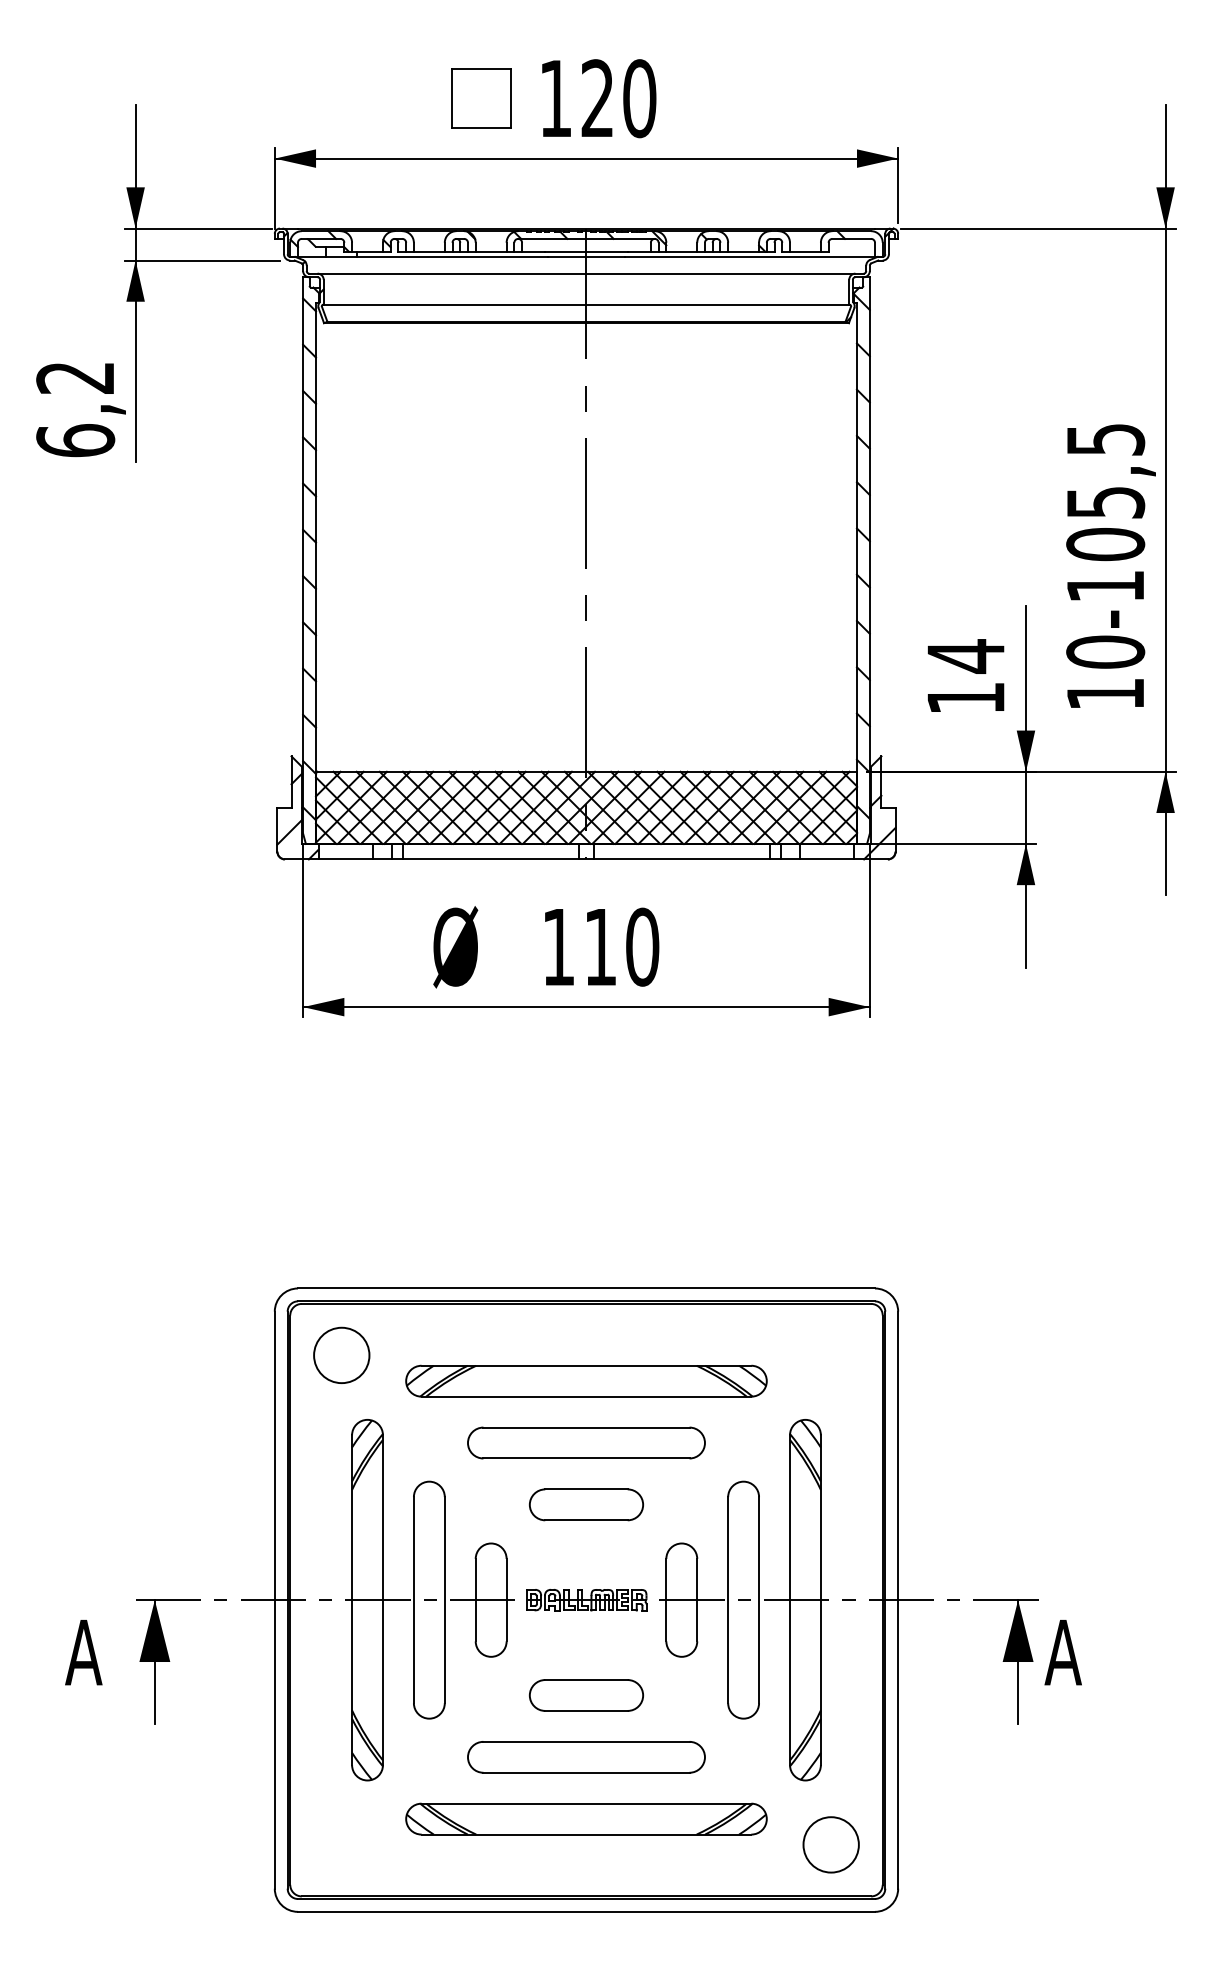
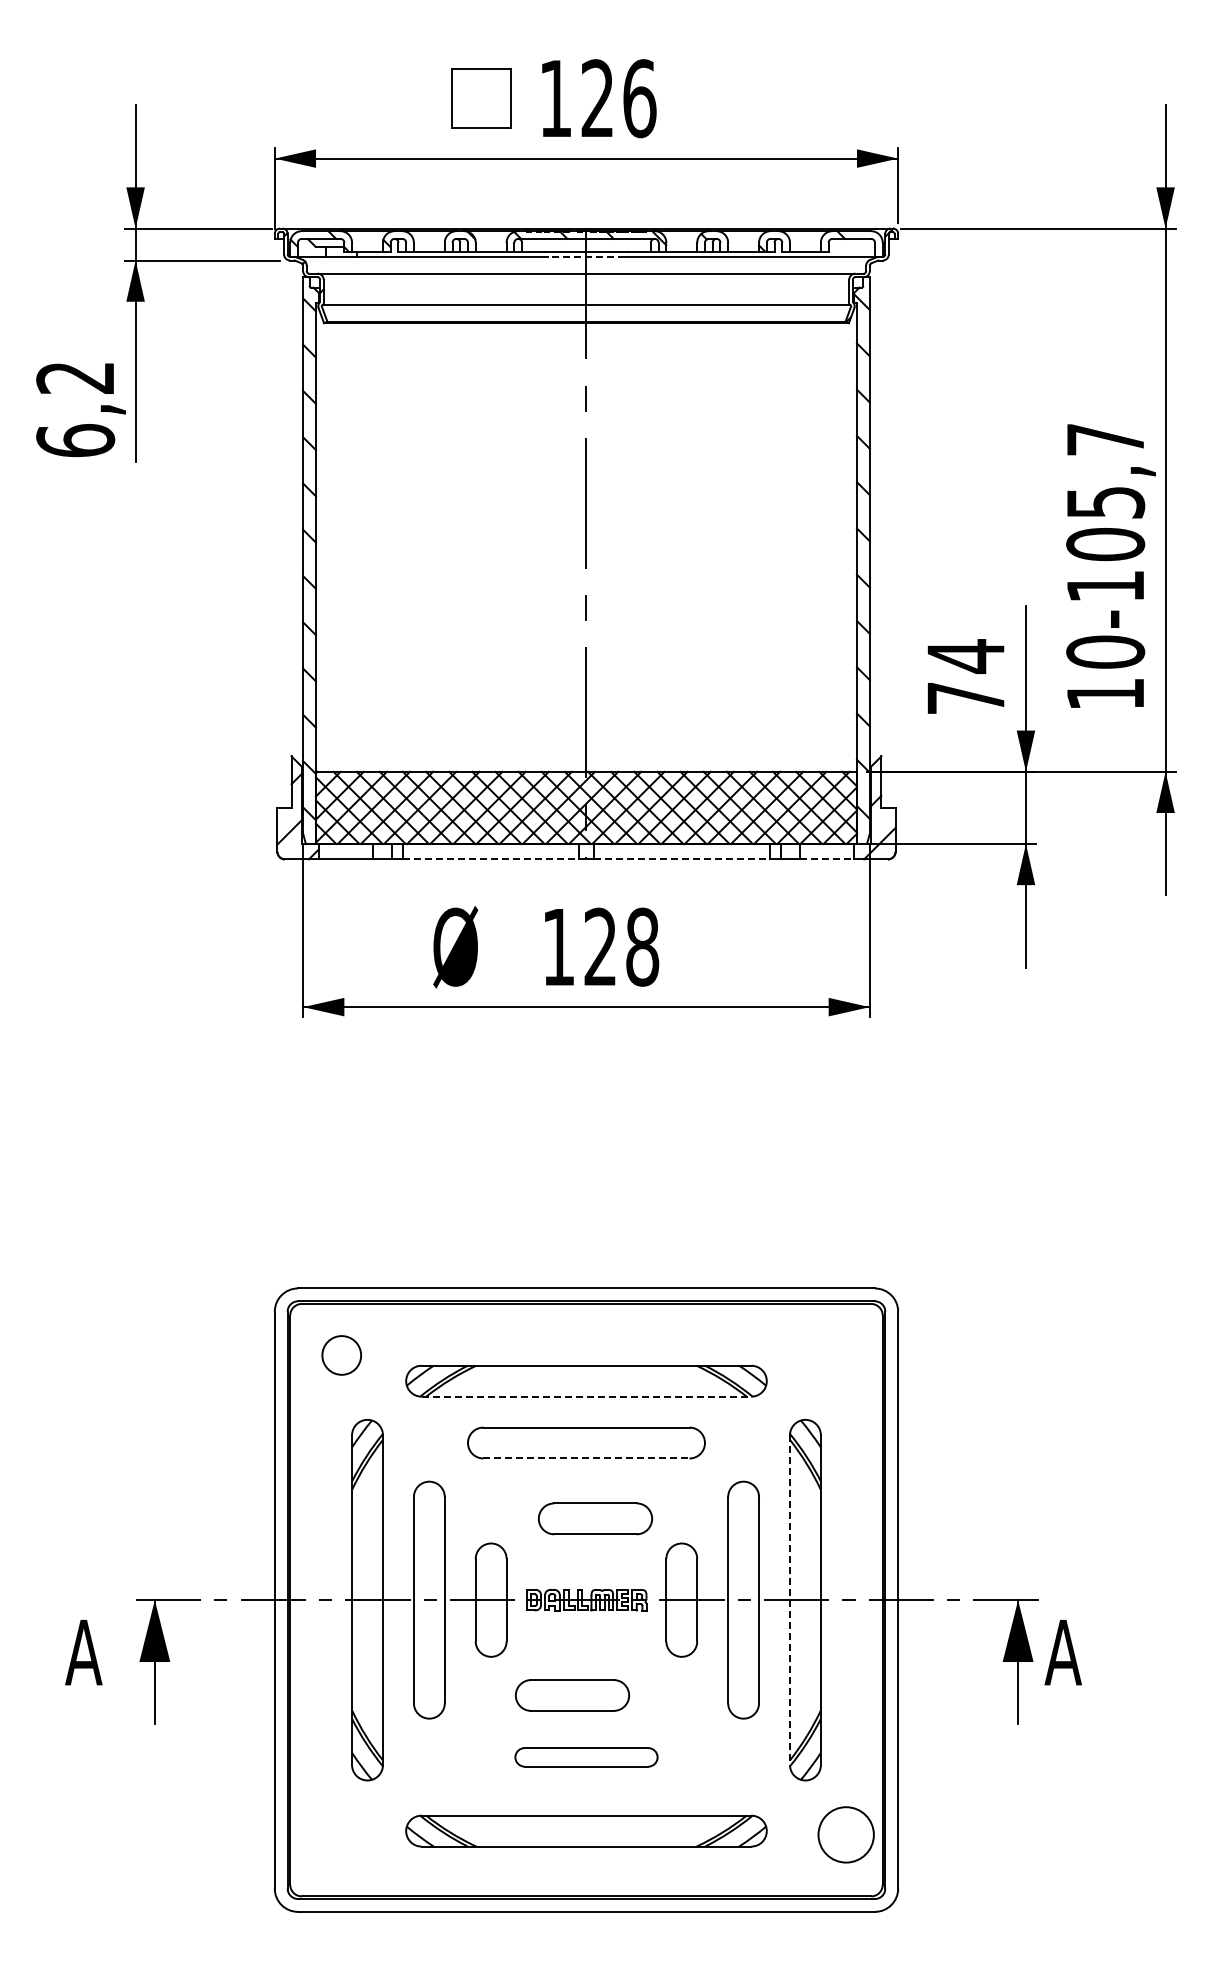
text at (639, 98): 120 -> 126
line at (586, 256): solid -> dashed
text at (1106, 439): 10-105,5 -> 10-105,7
text at (965, 698): 14 -> 74
line at (491, 859): solid -> dashed
line at (682, 859): solid -> dashed
line at (827, 859): solid -> dashed
text at (621, 946): 110 -> 128
circle at (341, 1355) diameter: 55 px -> 39 px
line at (586, 1396): solid -> dashed
line at (586, 1458): solid -> dashed
part at (585, 1504) position: (585, 1504) -> (594, 1518)
line at (789, 1600): solid -> dashed
part at (586, 1695) position: (586, 1695) -> (572, 1695)
part at (586, 1757) size: 239x33 px -> 145x21 px
part at (586, 1818) position: (586, 1818) -> (586, 1830)
circle at (830, 1844) position: (830, 1844) -> (845, 1834)
